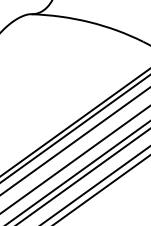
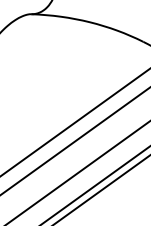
line at (74, 129): present -> none
line at (74, 159): present -> none
line at (83, 176): present -> none
